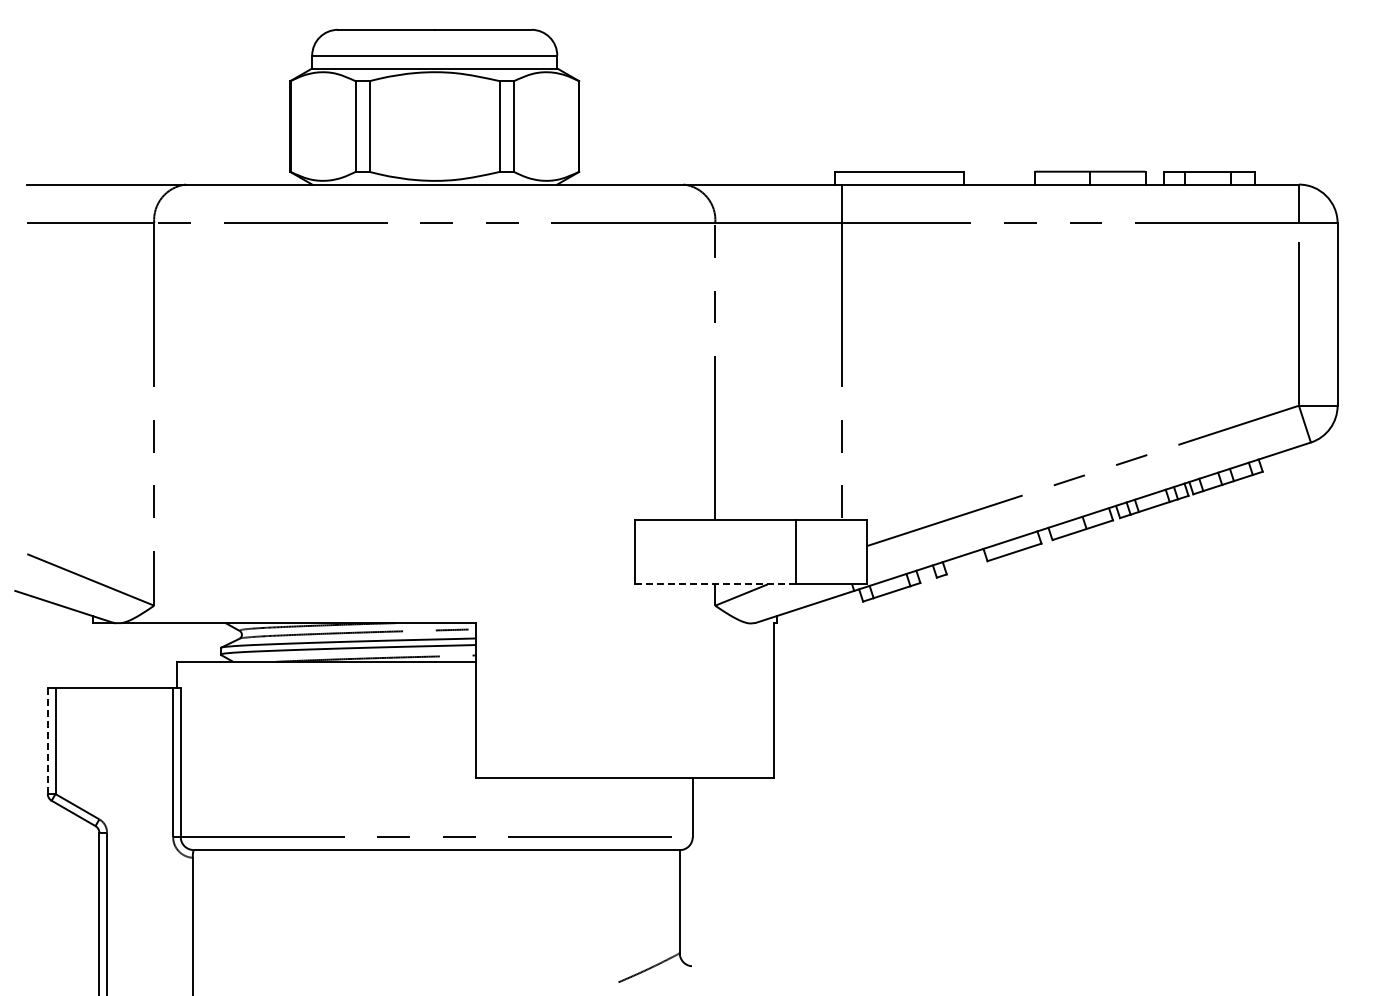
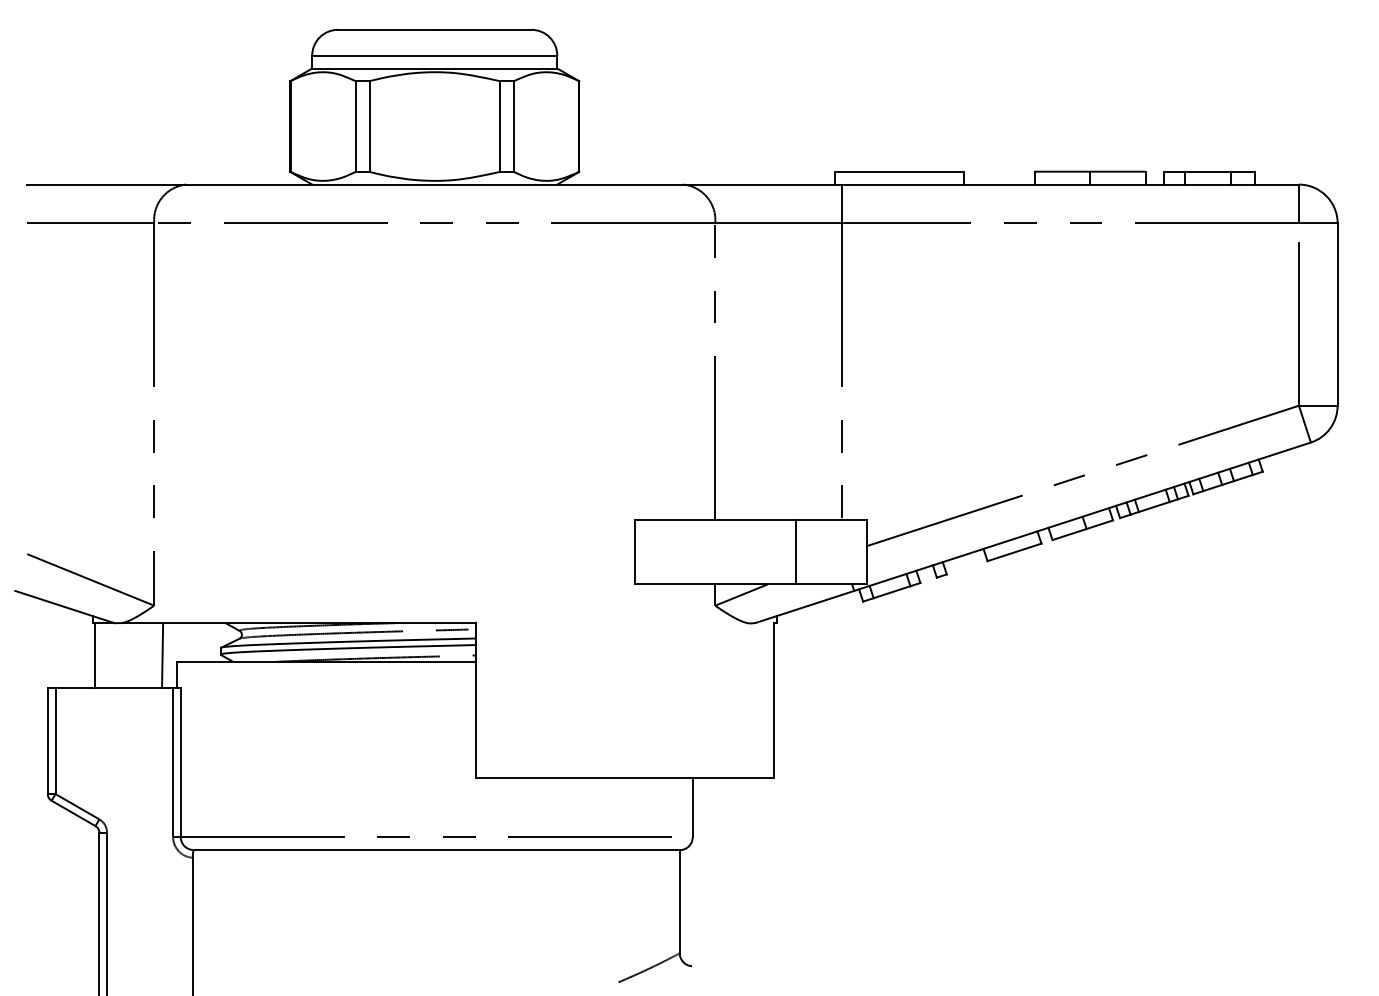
line at (715, 584): dashed -> solid
line at (95, 655): none -> present
line at (162, 655): none -> present
line at (47, 740): dashed -> solid
